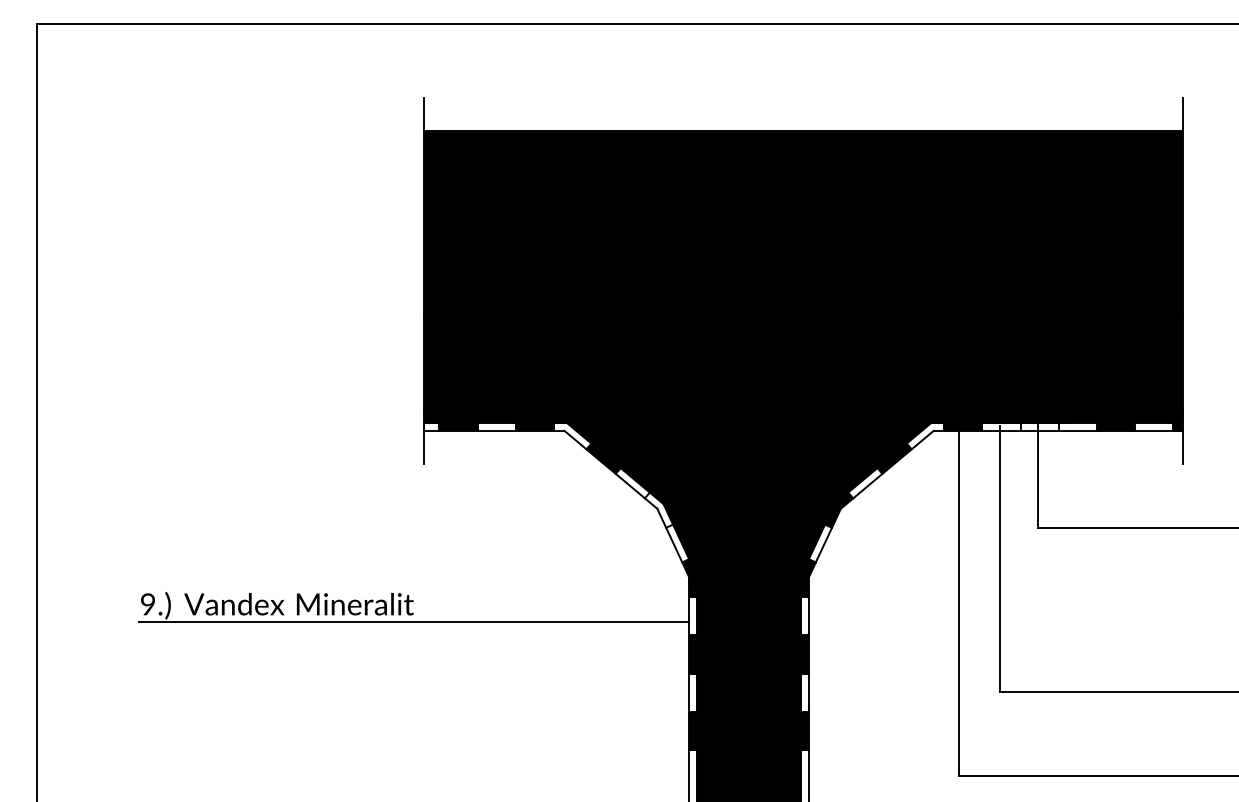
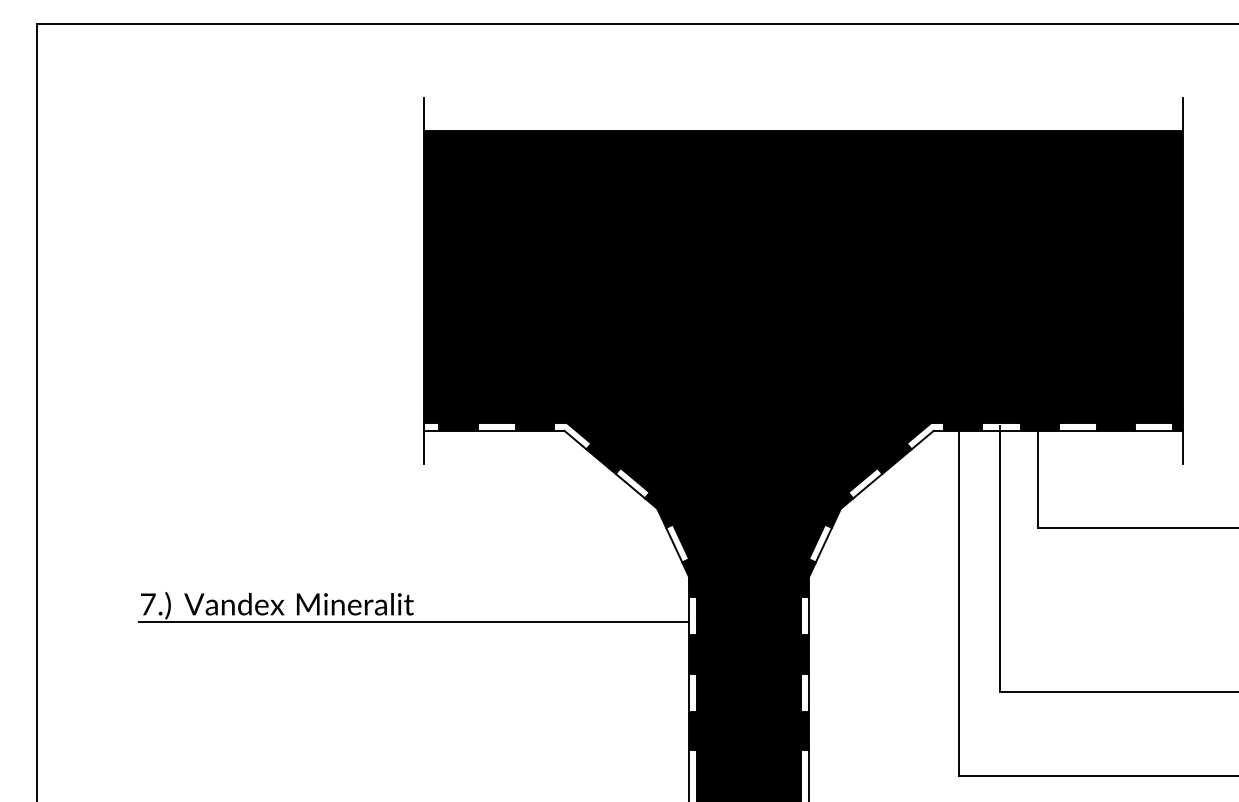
fill at (1039, 426): none -> present
fill at (658, 509): none -> present
text at (148, 604): 9.) -> 7.)
